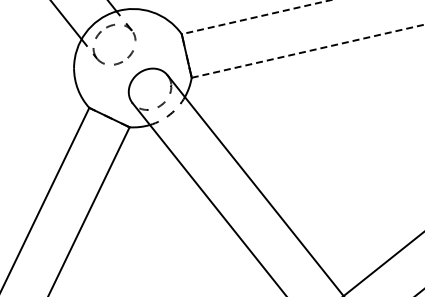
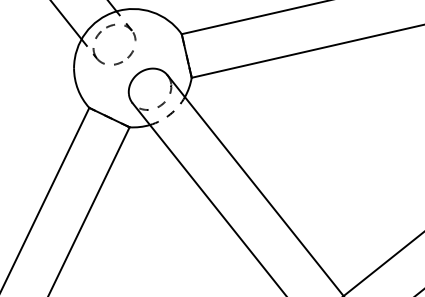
line at (255, 17): dashed -> solid
line at (308, 51): dashed -> solid
